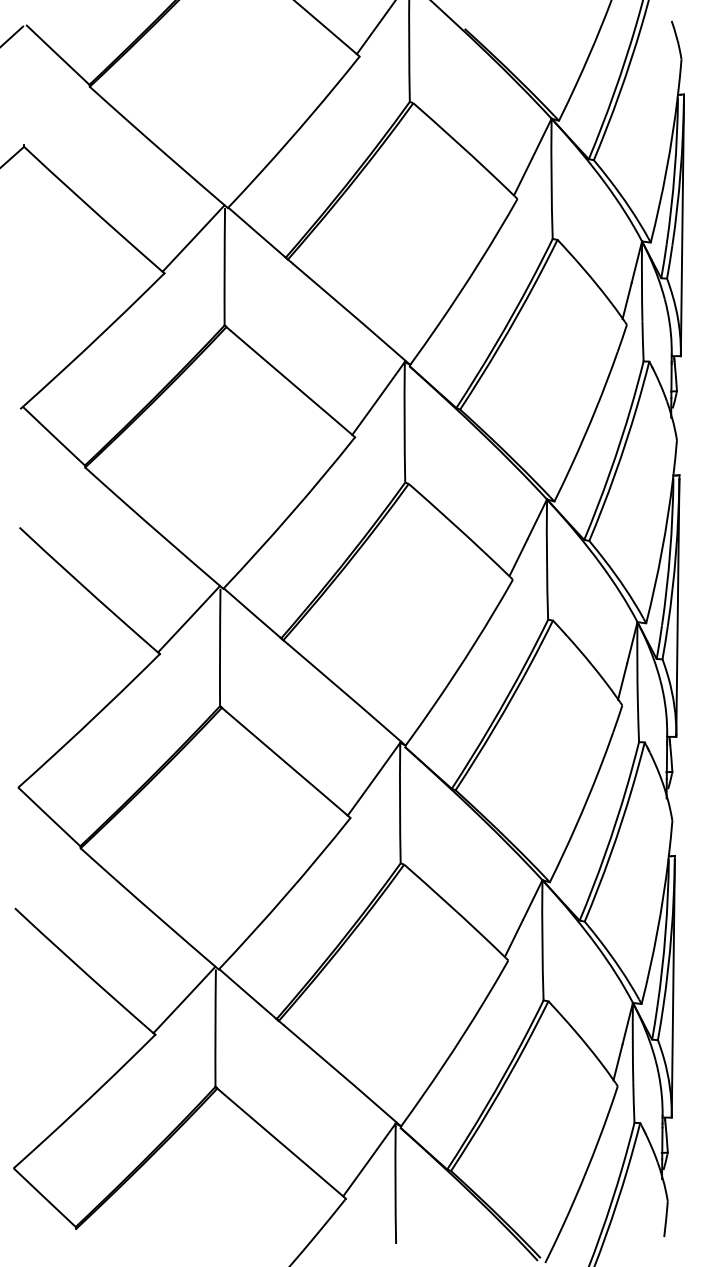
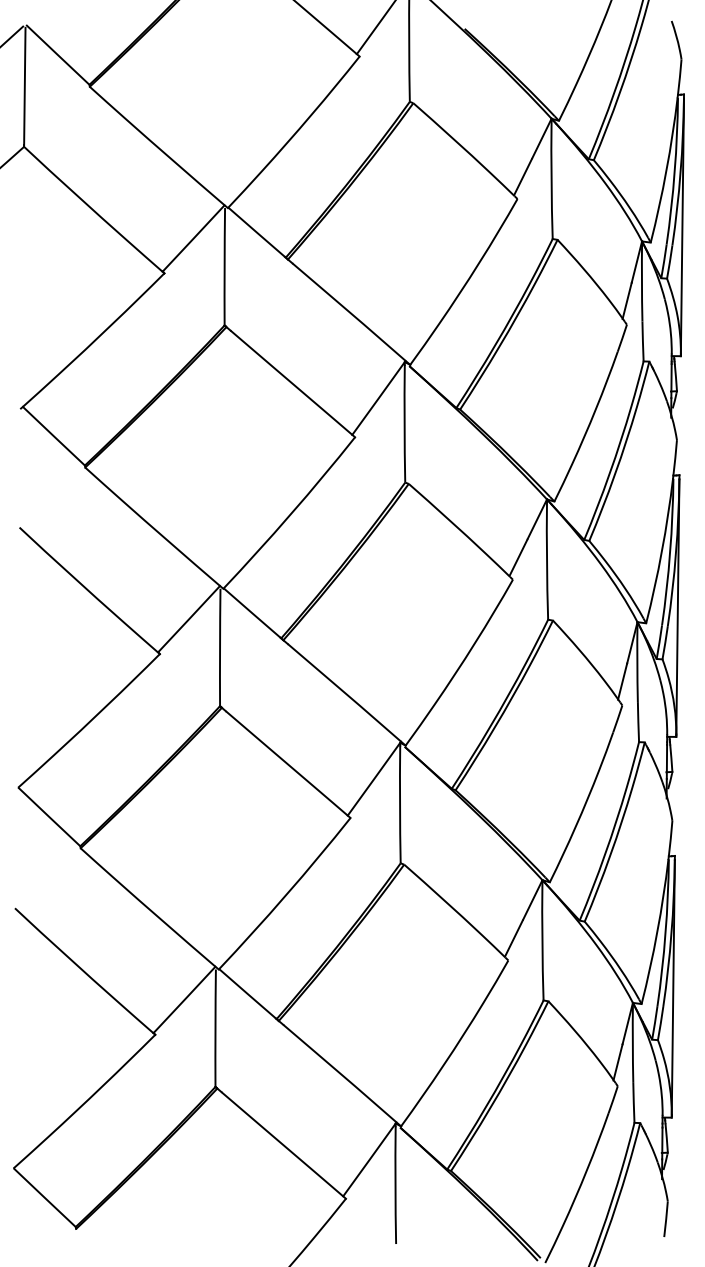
line at (24, 86): none -> present
